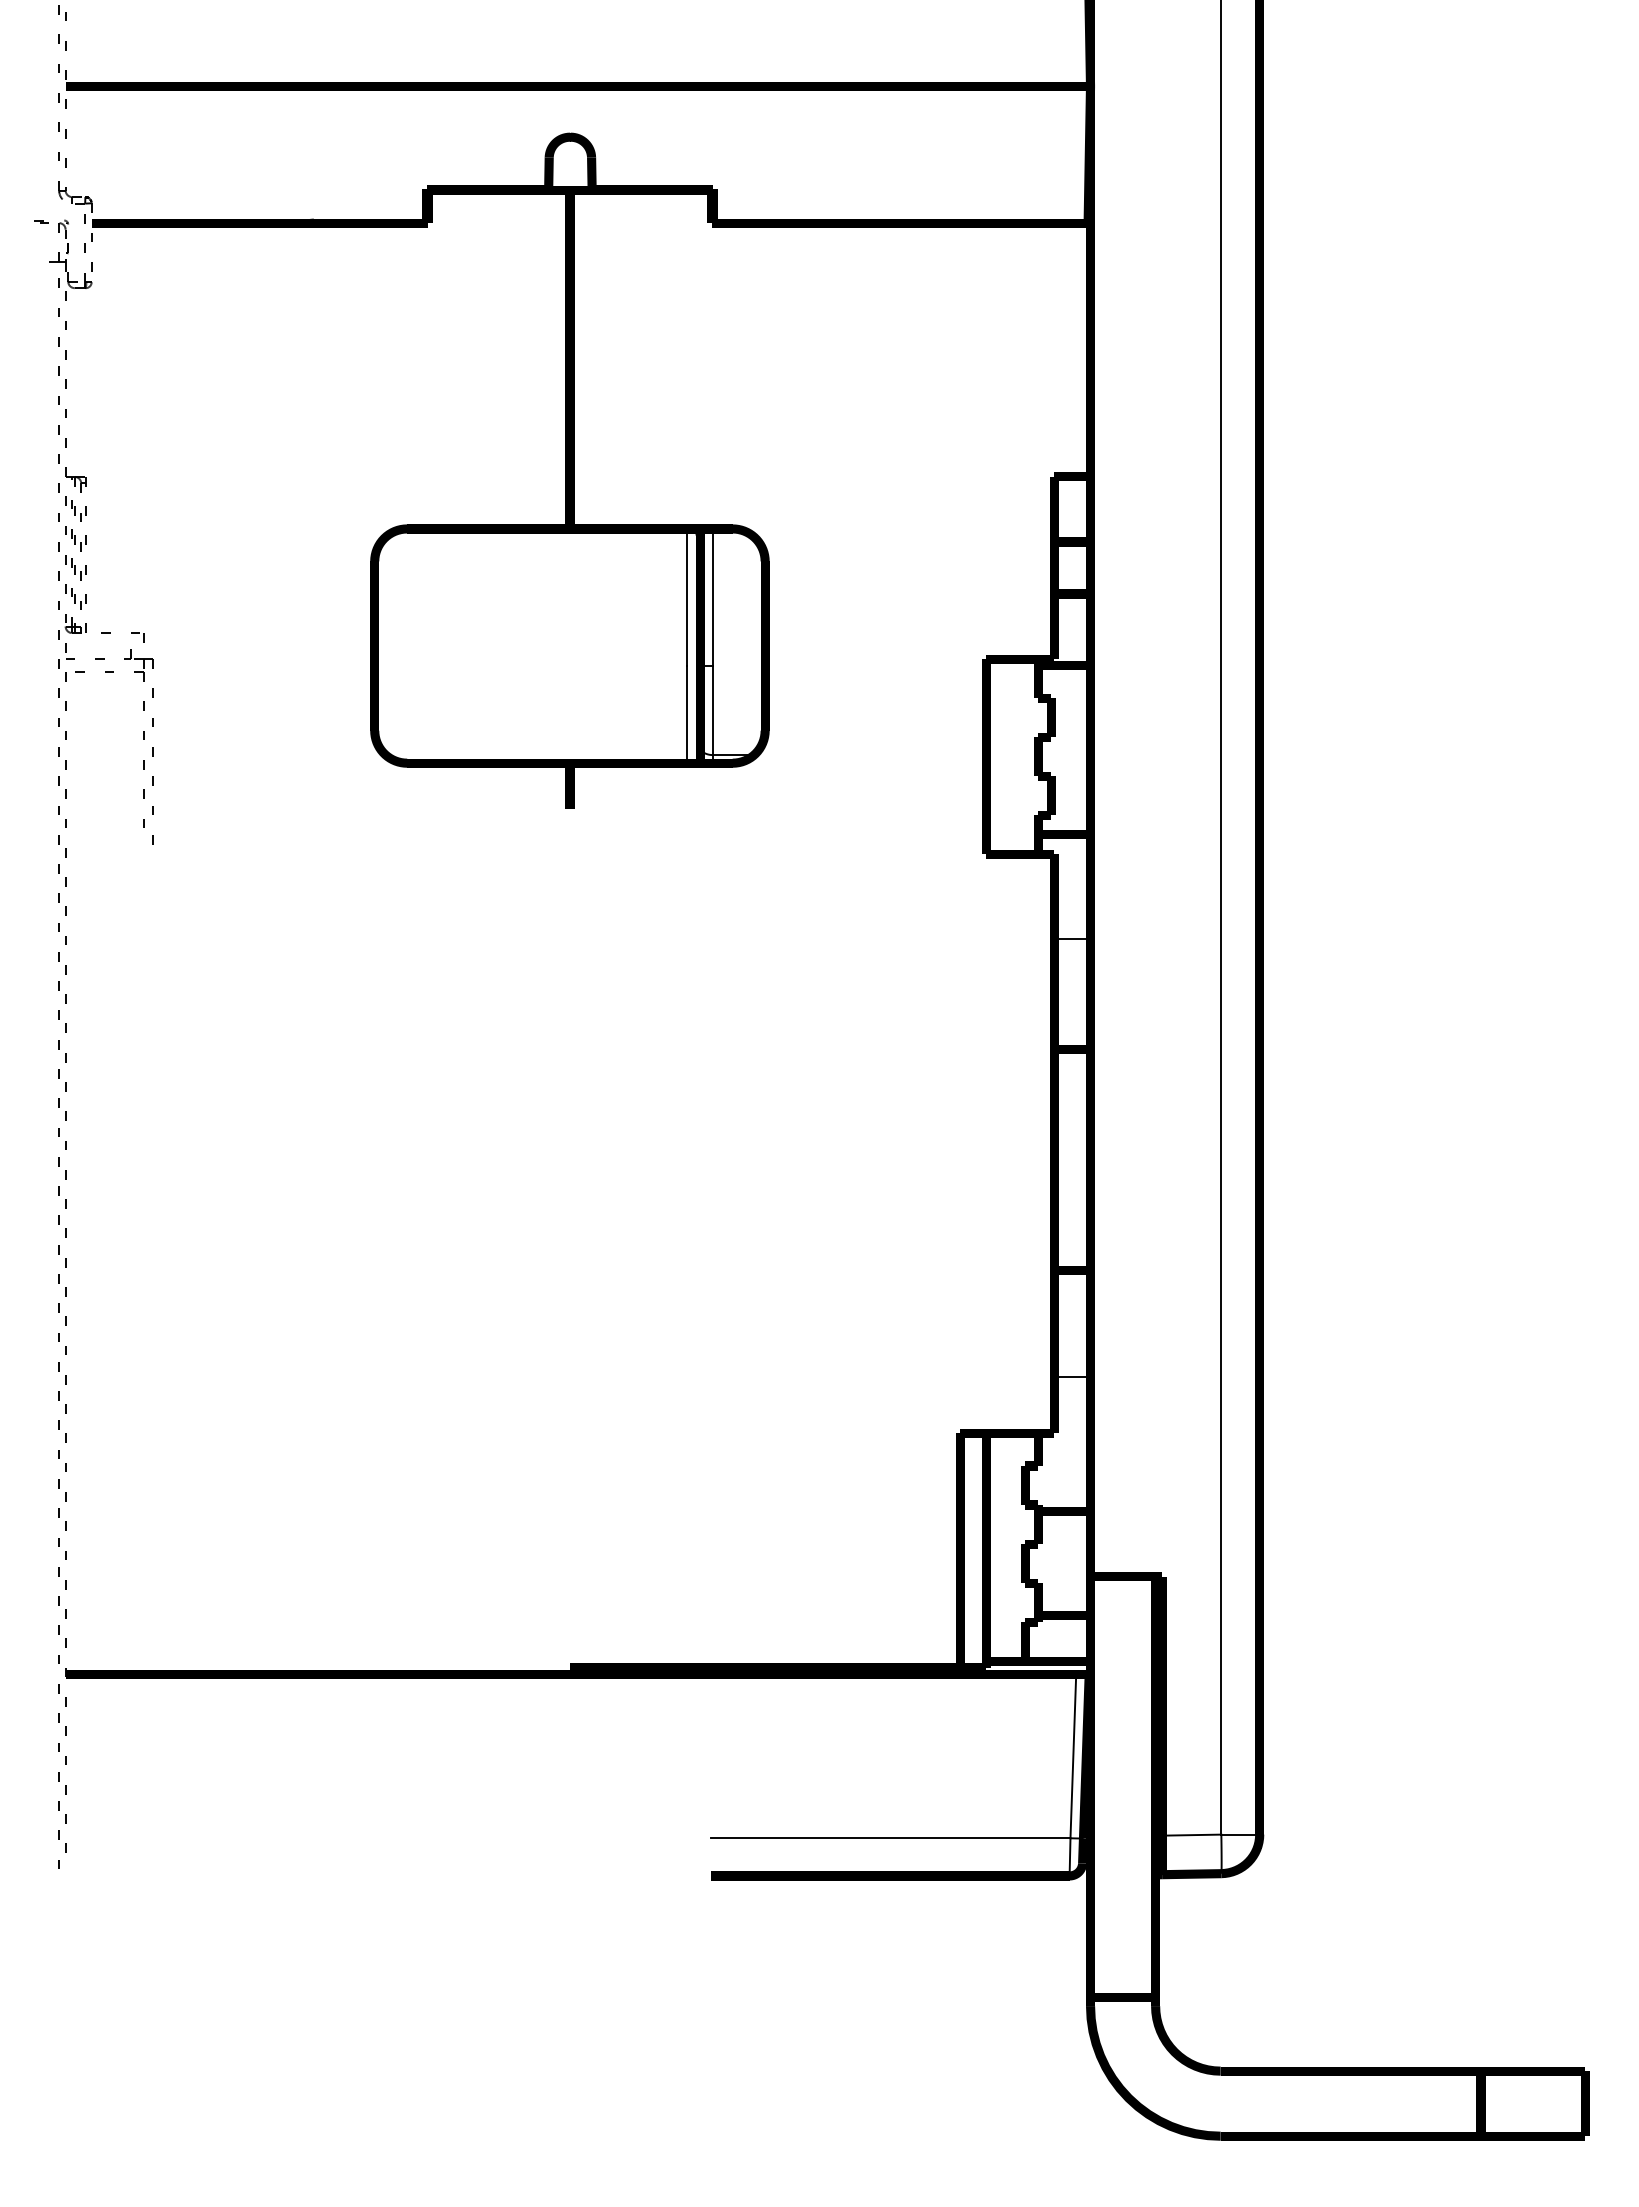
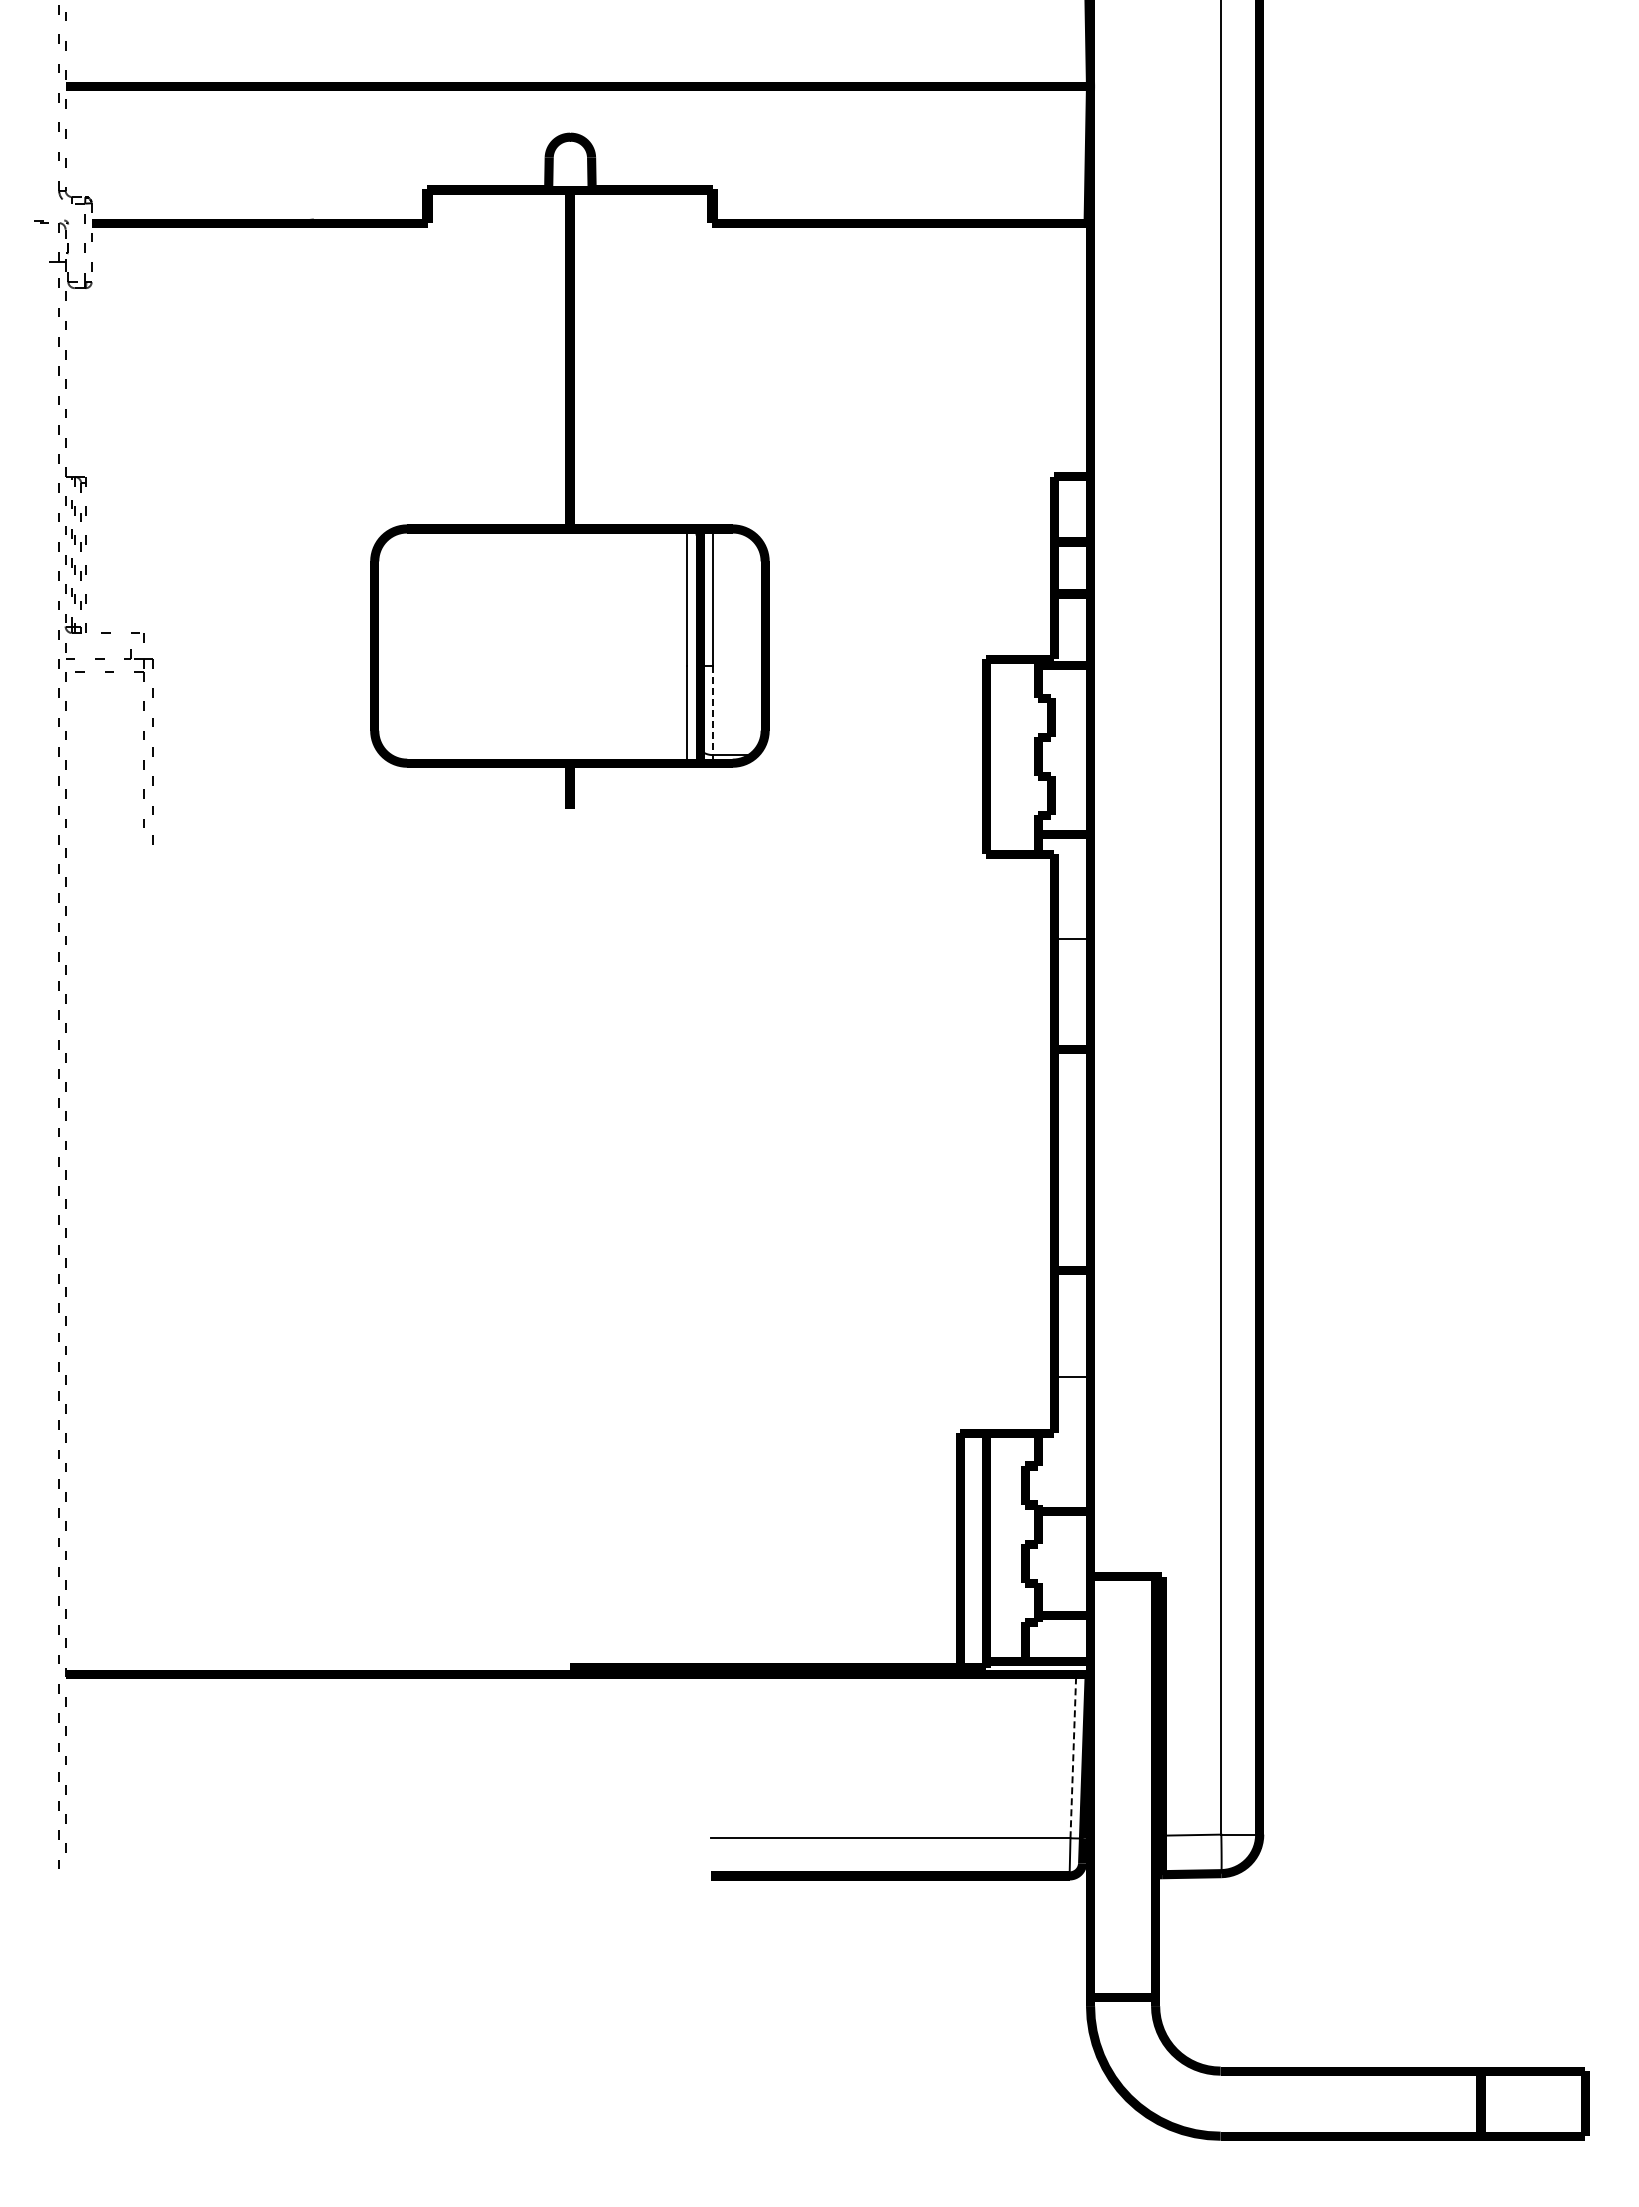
line at (713, 710): solid -> dashed
line at (1073, 1755): solid -> dashed
